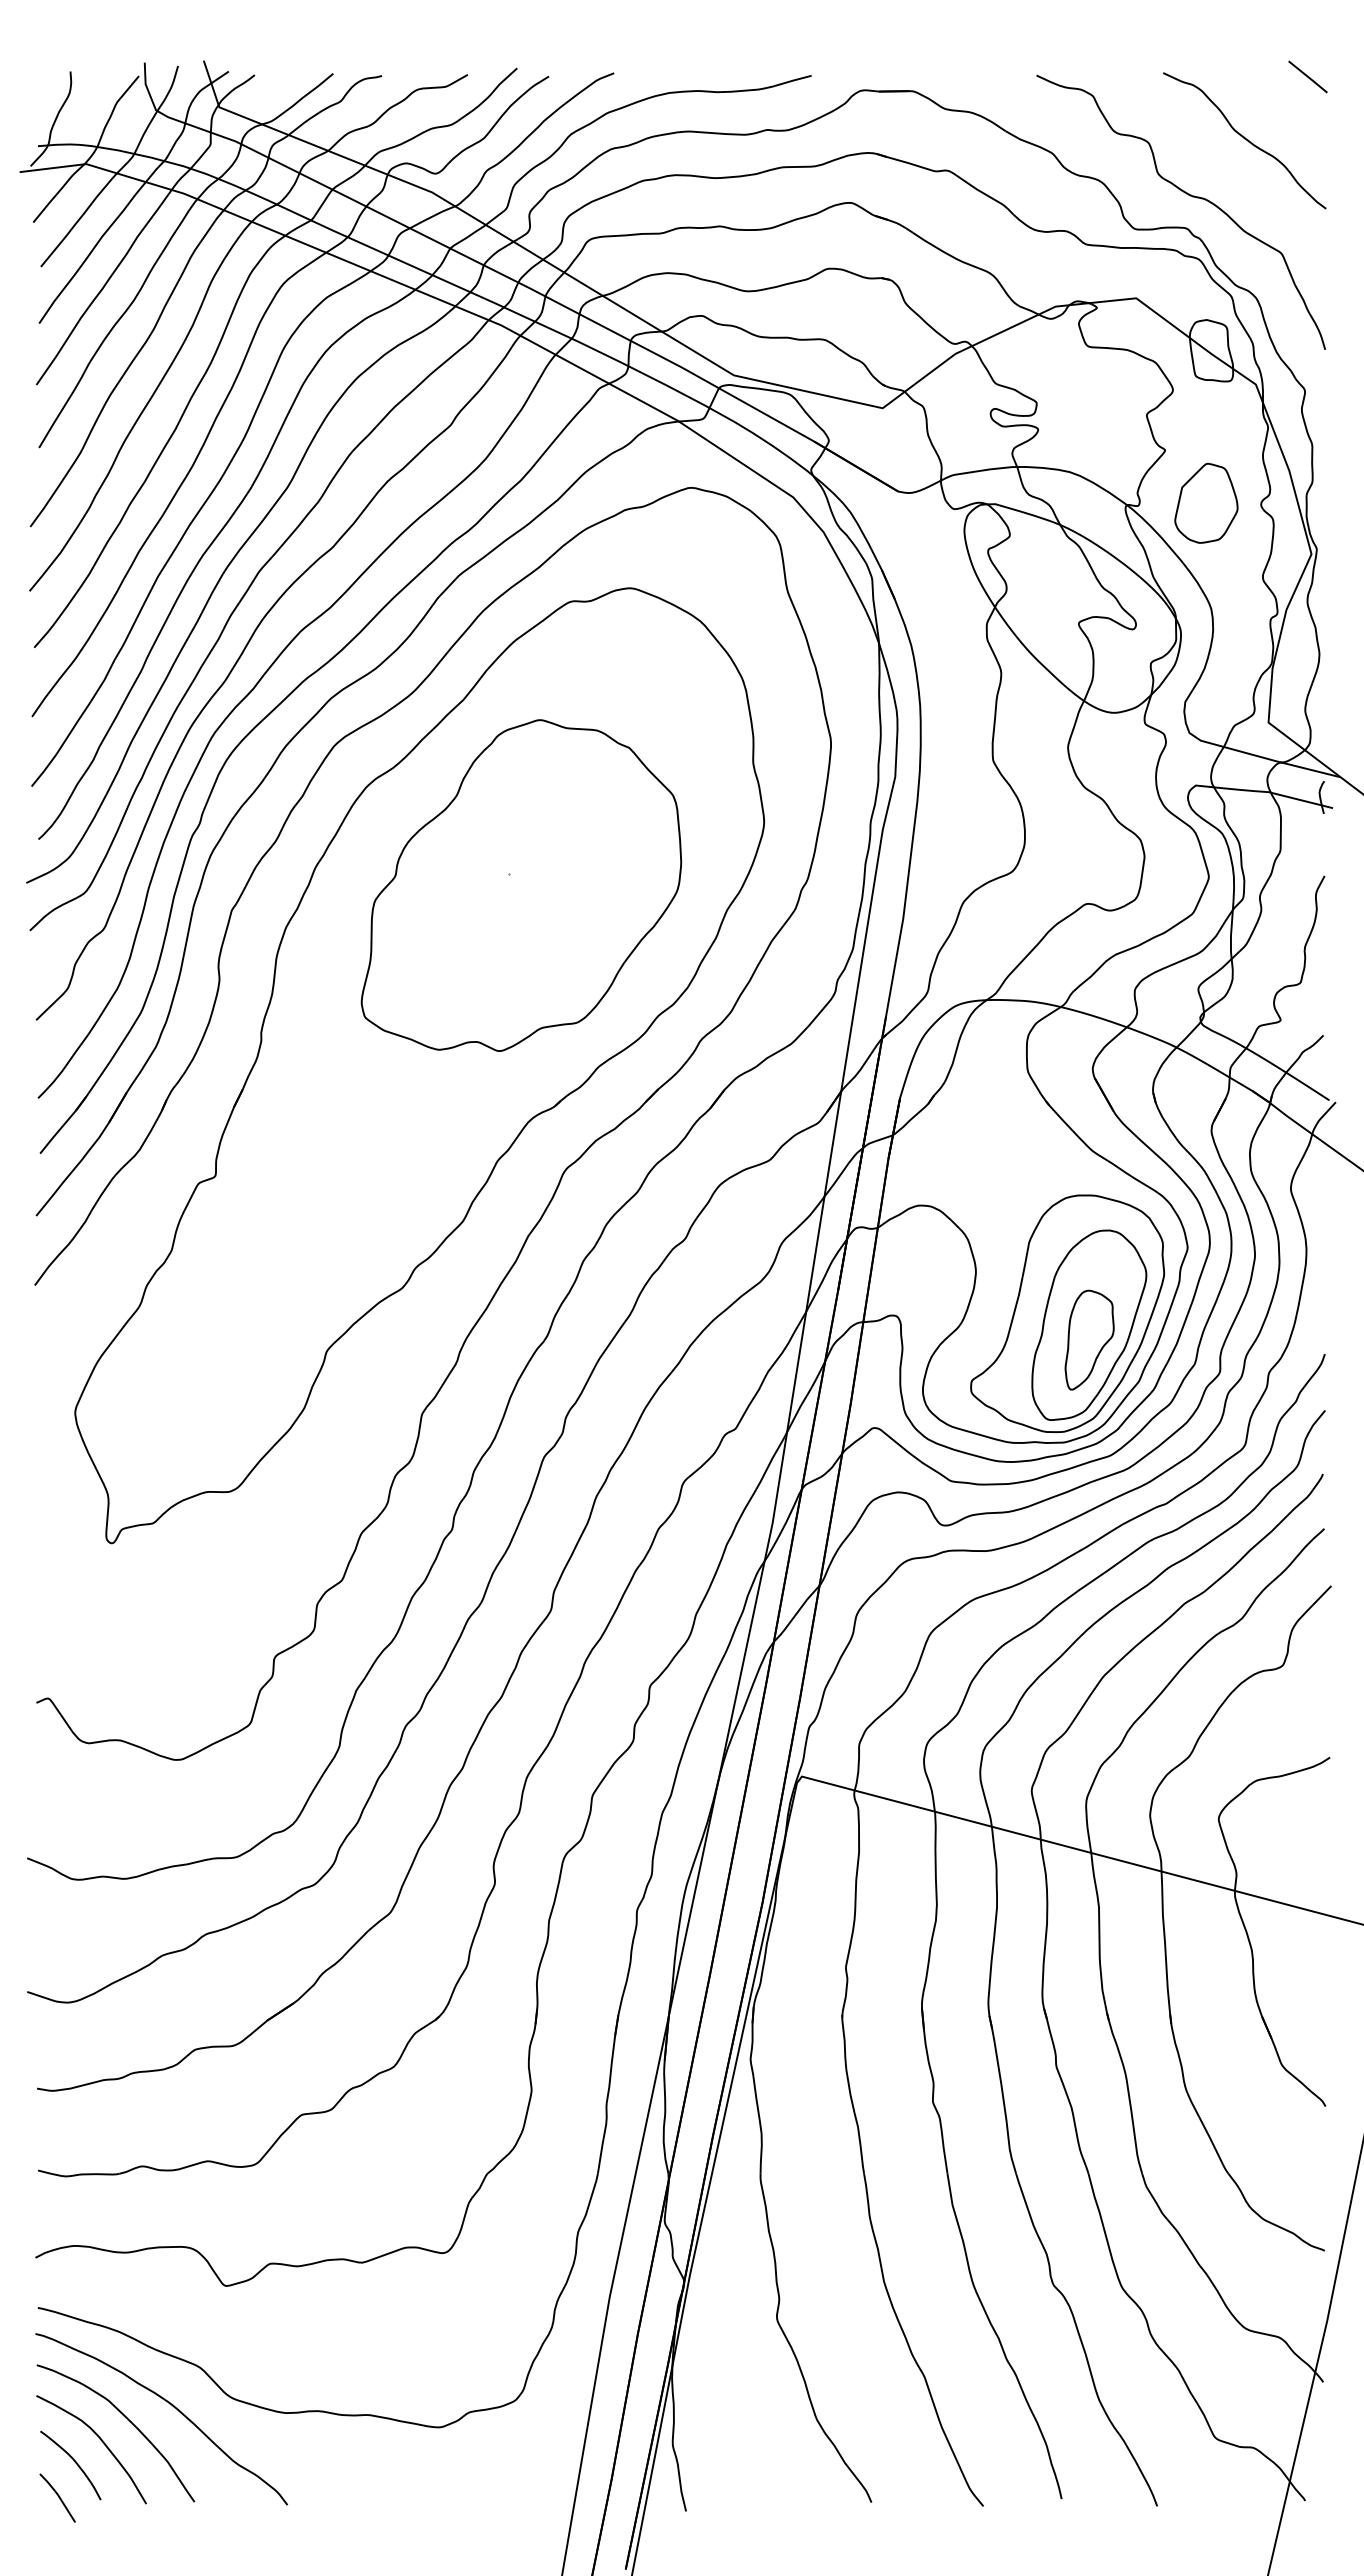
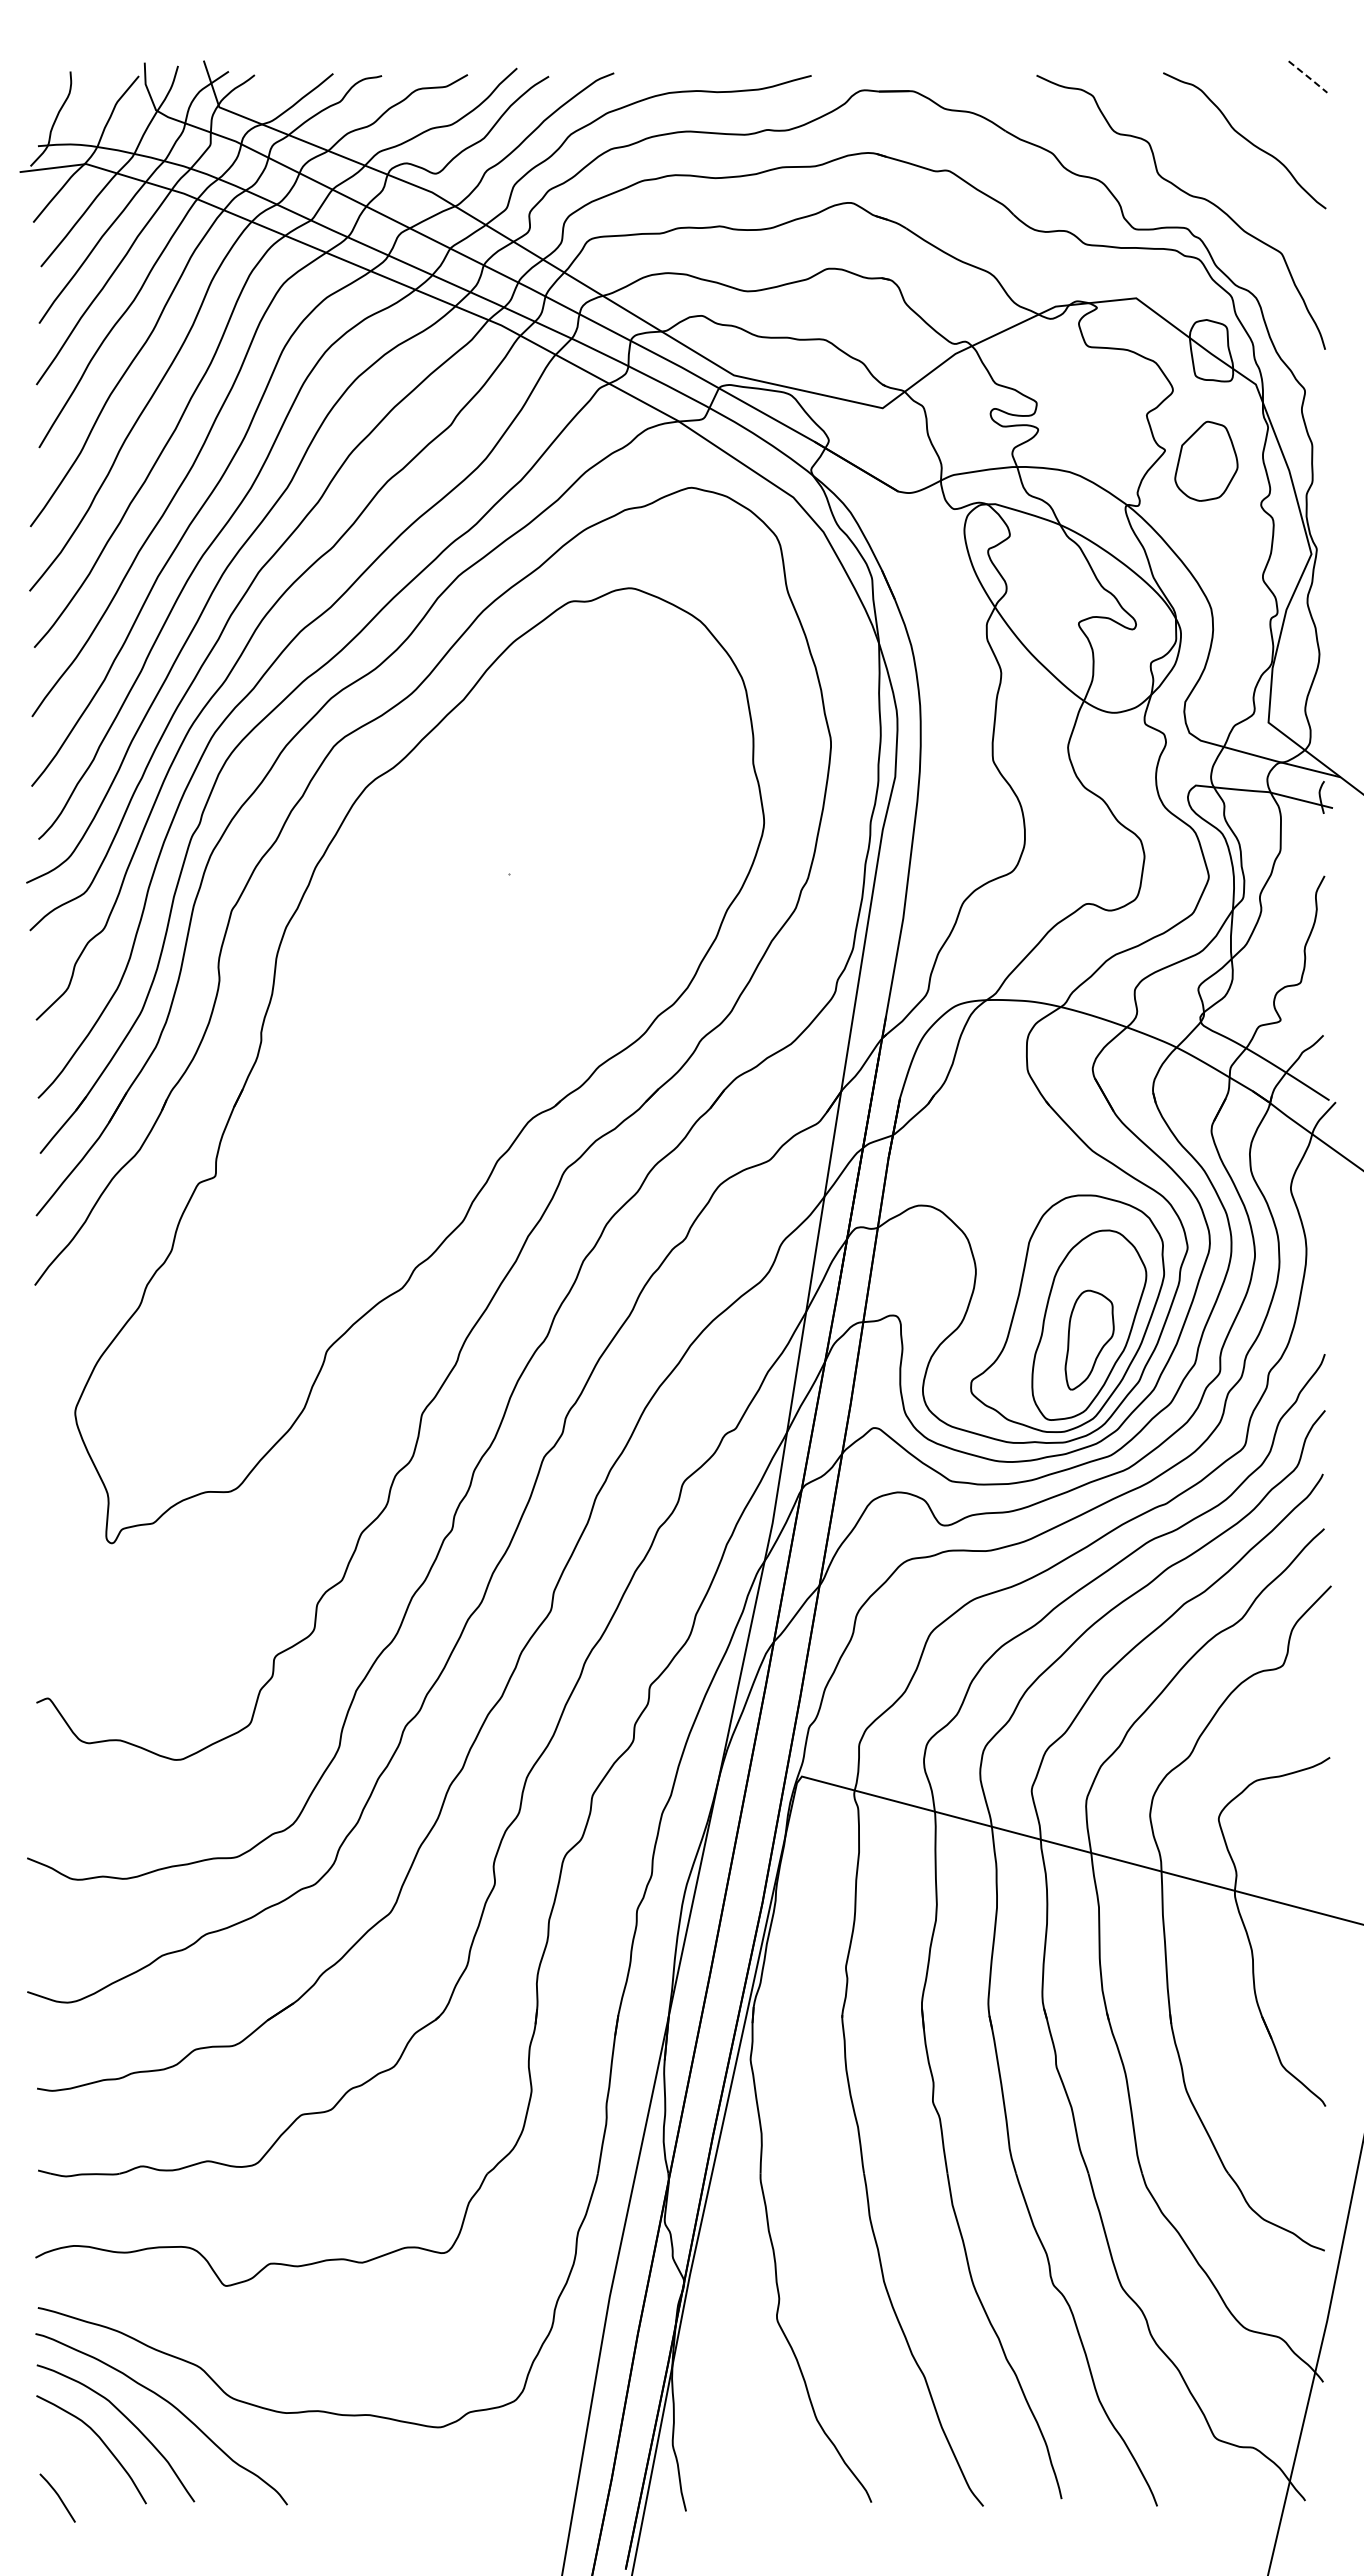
line at (1308, 77): solid -> dashed
part at (1206, 502) position: (1206, 502) -> (1206, 460)
part at (521, 885): present -> none
curve at (74, 2462): present -> none
